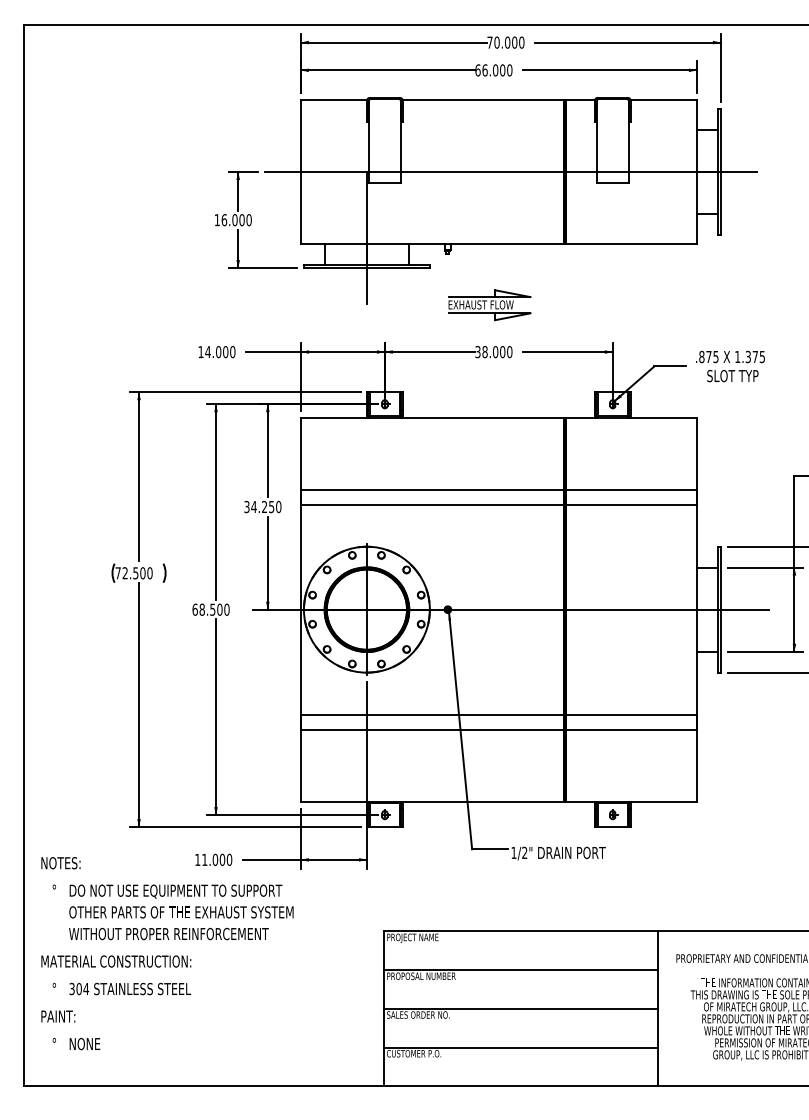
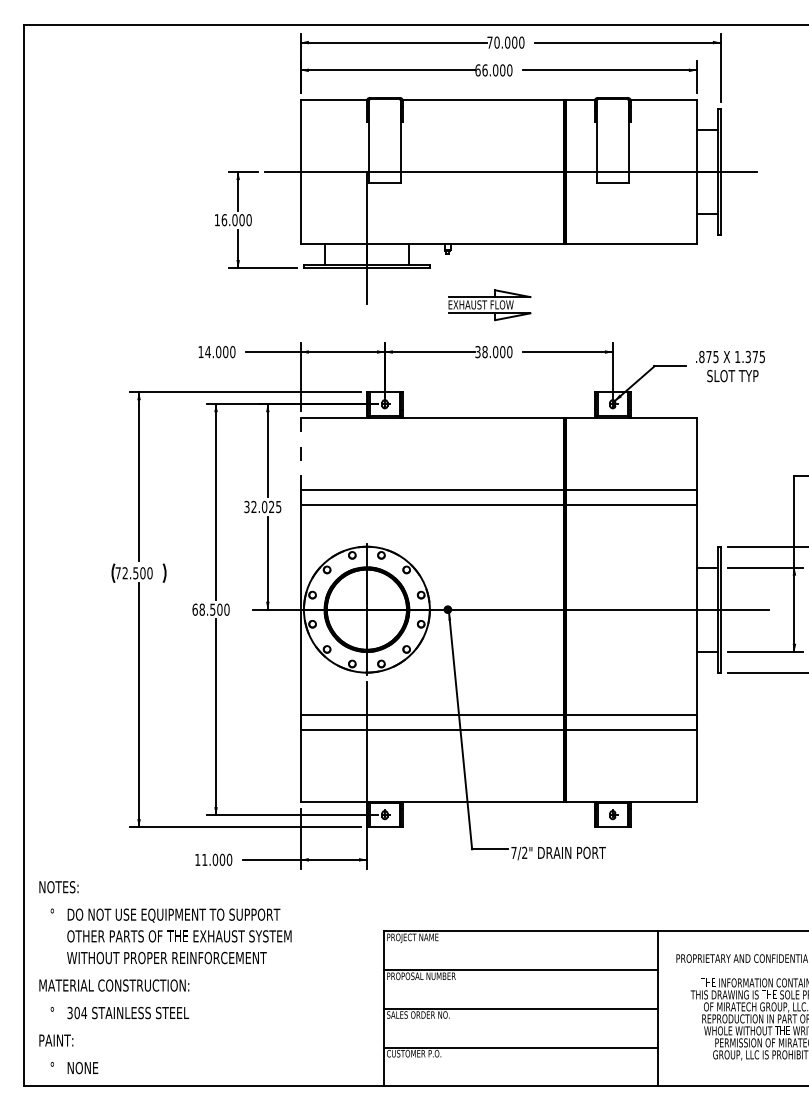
line at (300, 453): solid -> dashed
text at (266, 506): 34.250 -> 32.025
text at (513, 852): 1/2" -> 7/2"
text at (167, 953) position: (167, 953) -> (165, 977)
